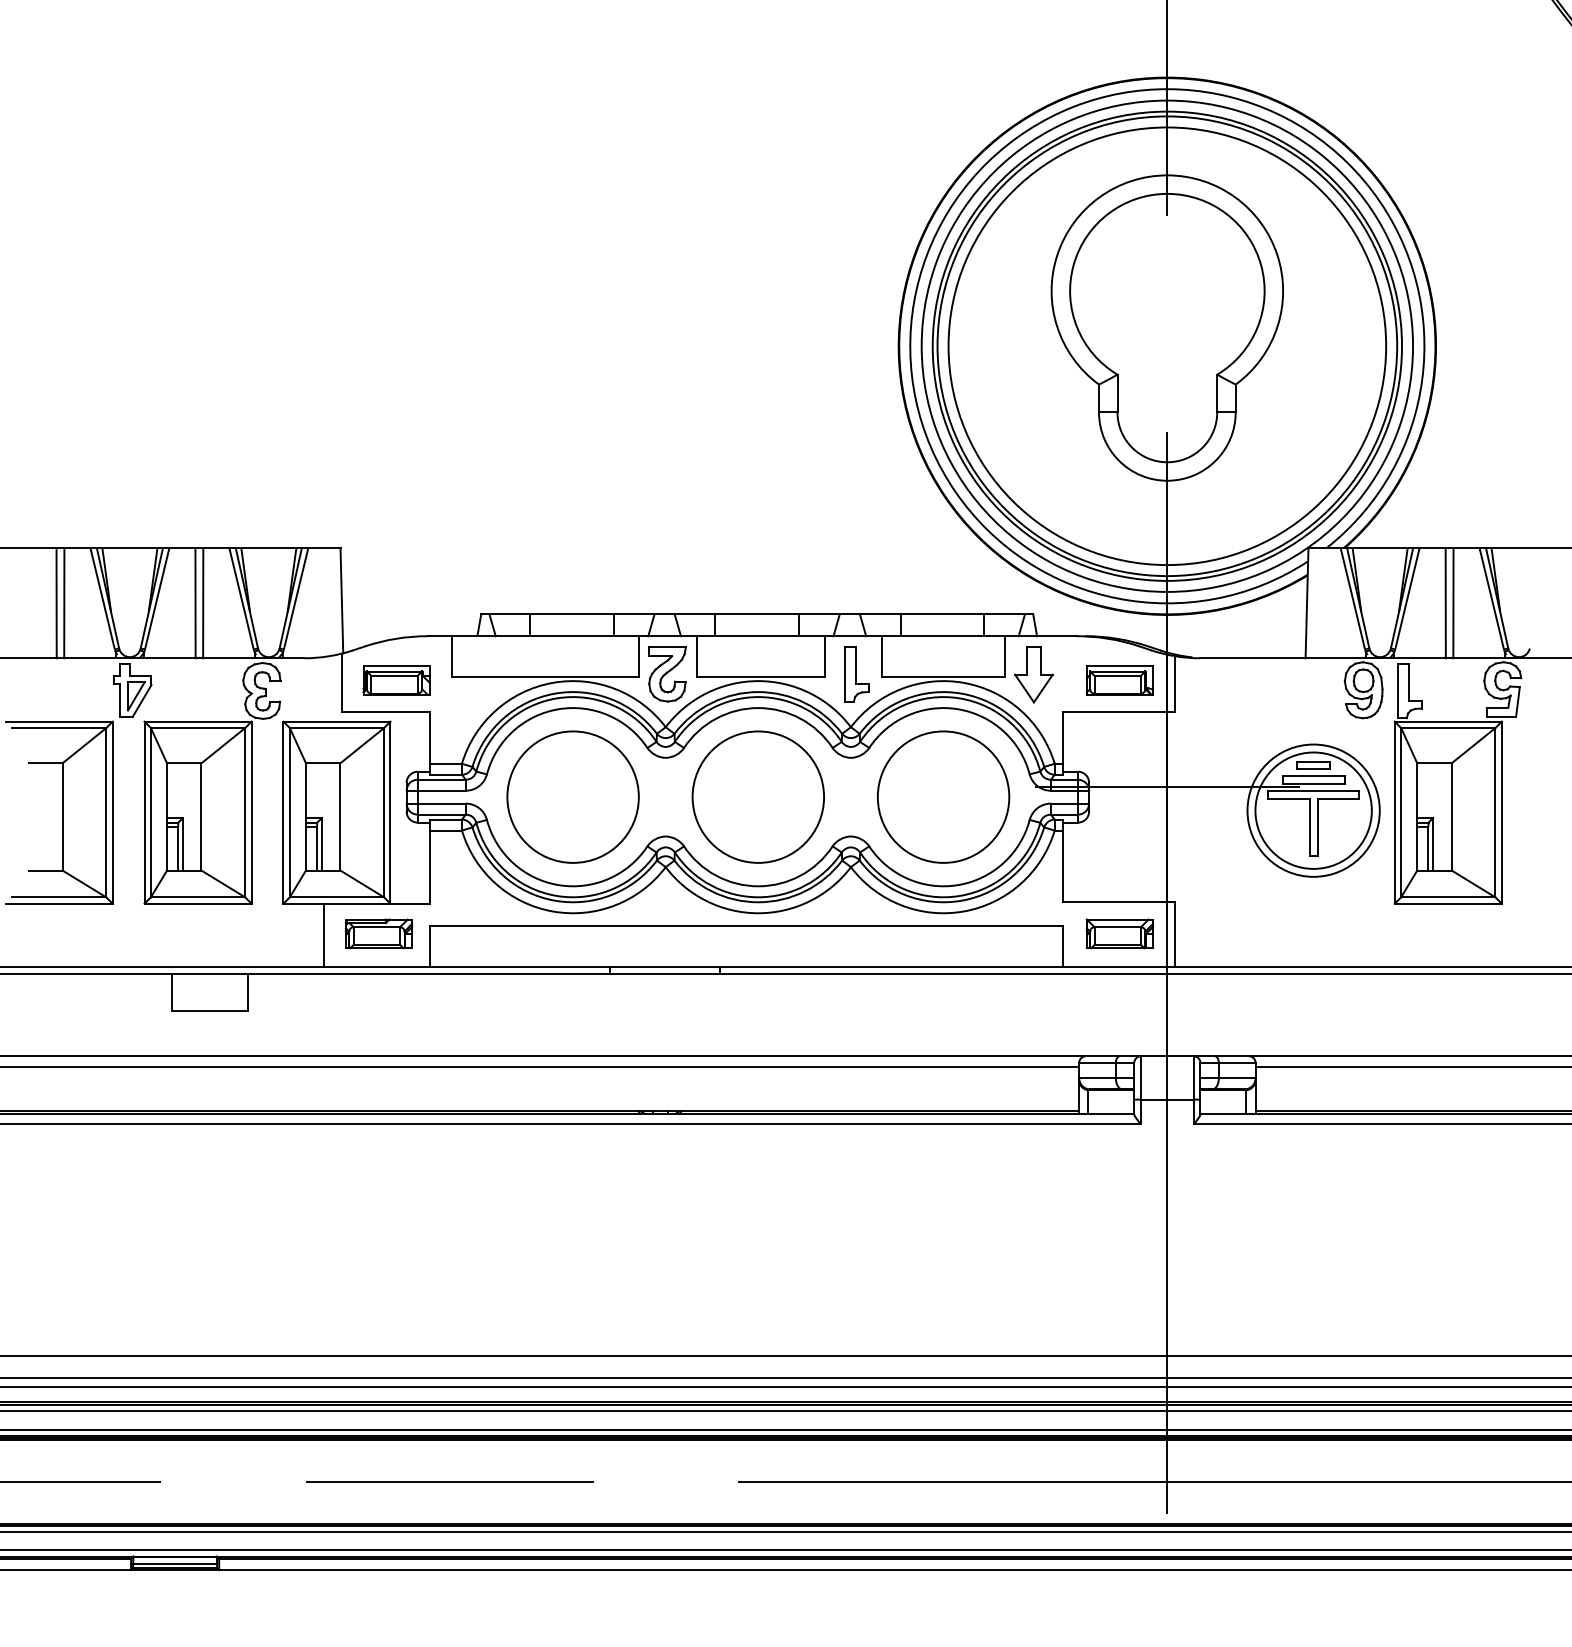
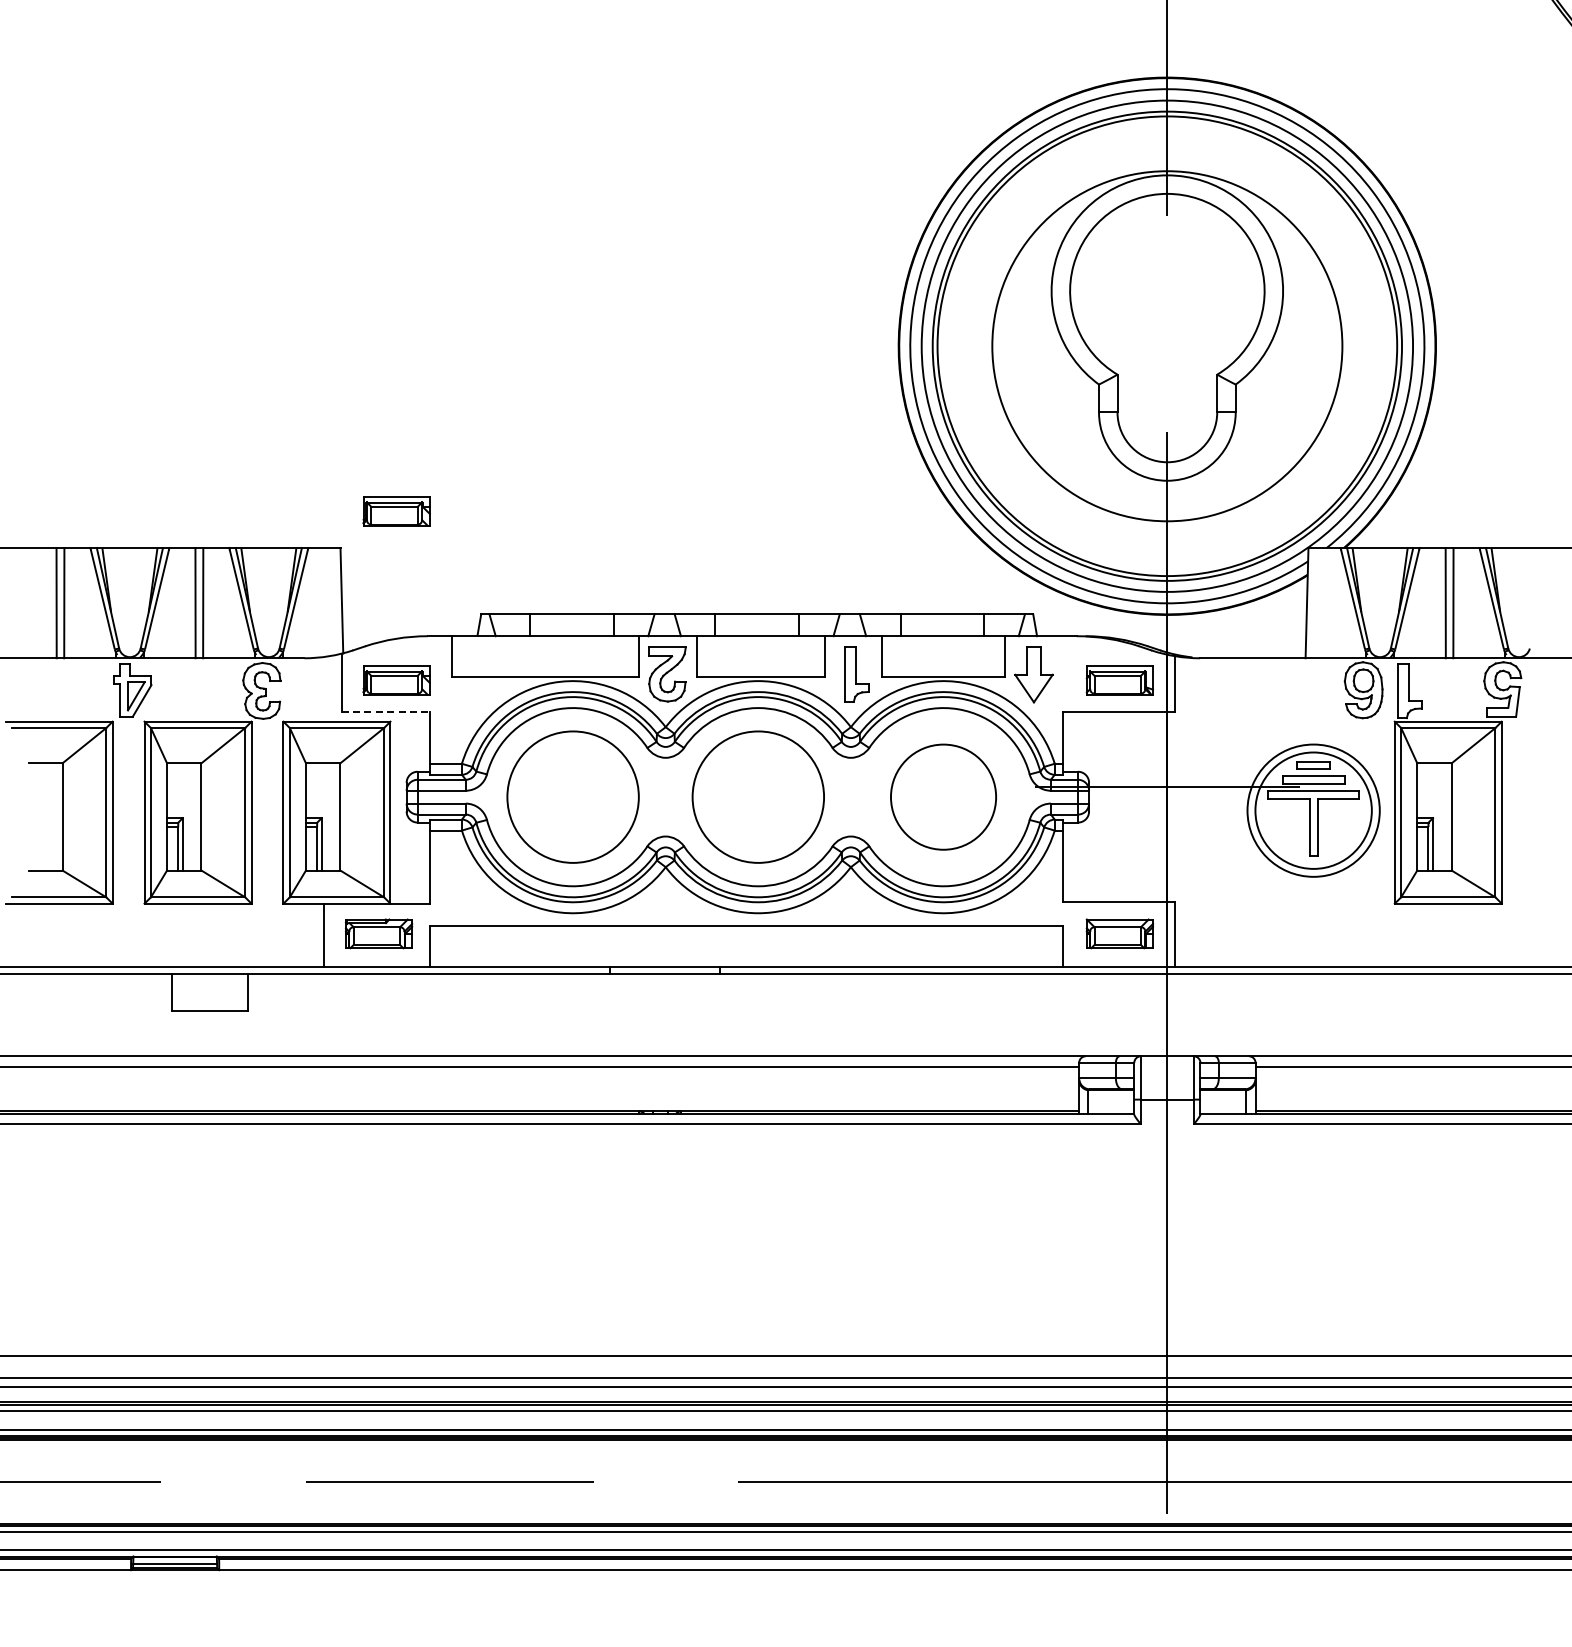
circle at (1167, 346) diameter: 438 px -> 350 px
part at (396, 511): none -> present
line at (386, 712): solid -> dashed
circle at (943, 796) diameter: 131 px -> 105 px
